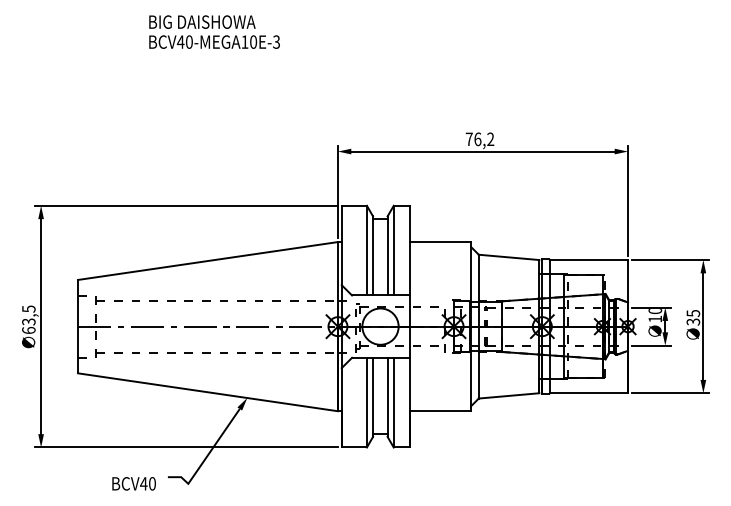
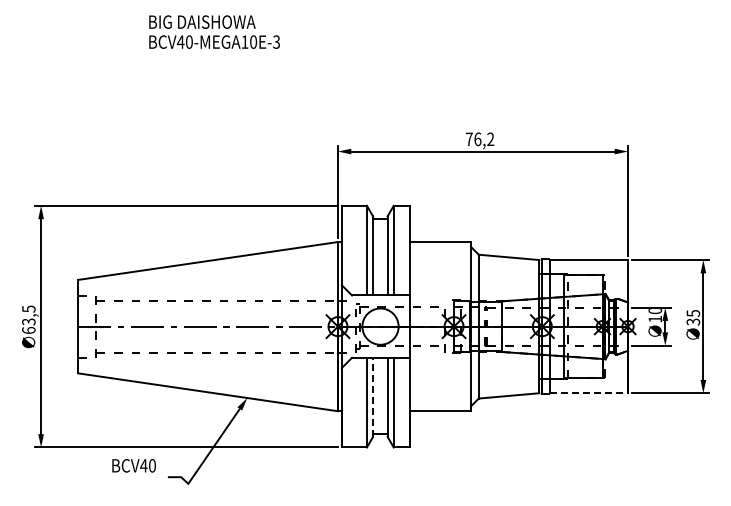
line at (589, 393): solid -> dashed
line at (373, 397): solid -> dashed
text at (133, 483) position: (133, 483) -> (133, 465)
